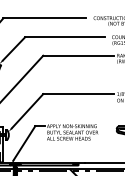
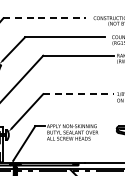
line at (44, 18): solid -> dashed
line at (79, 94): solid -> dashed
